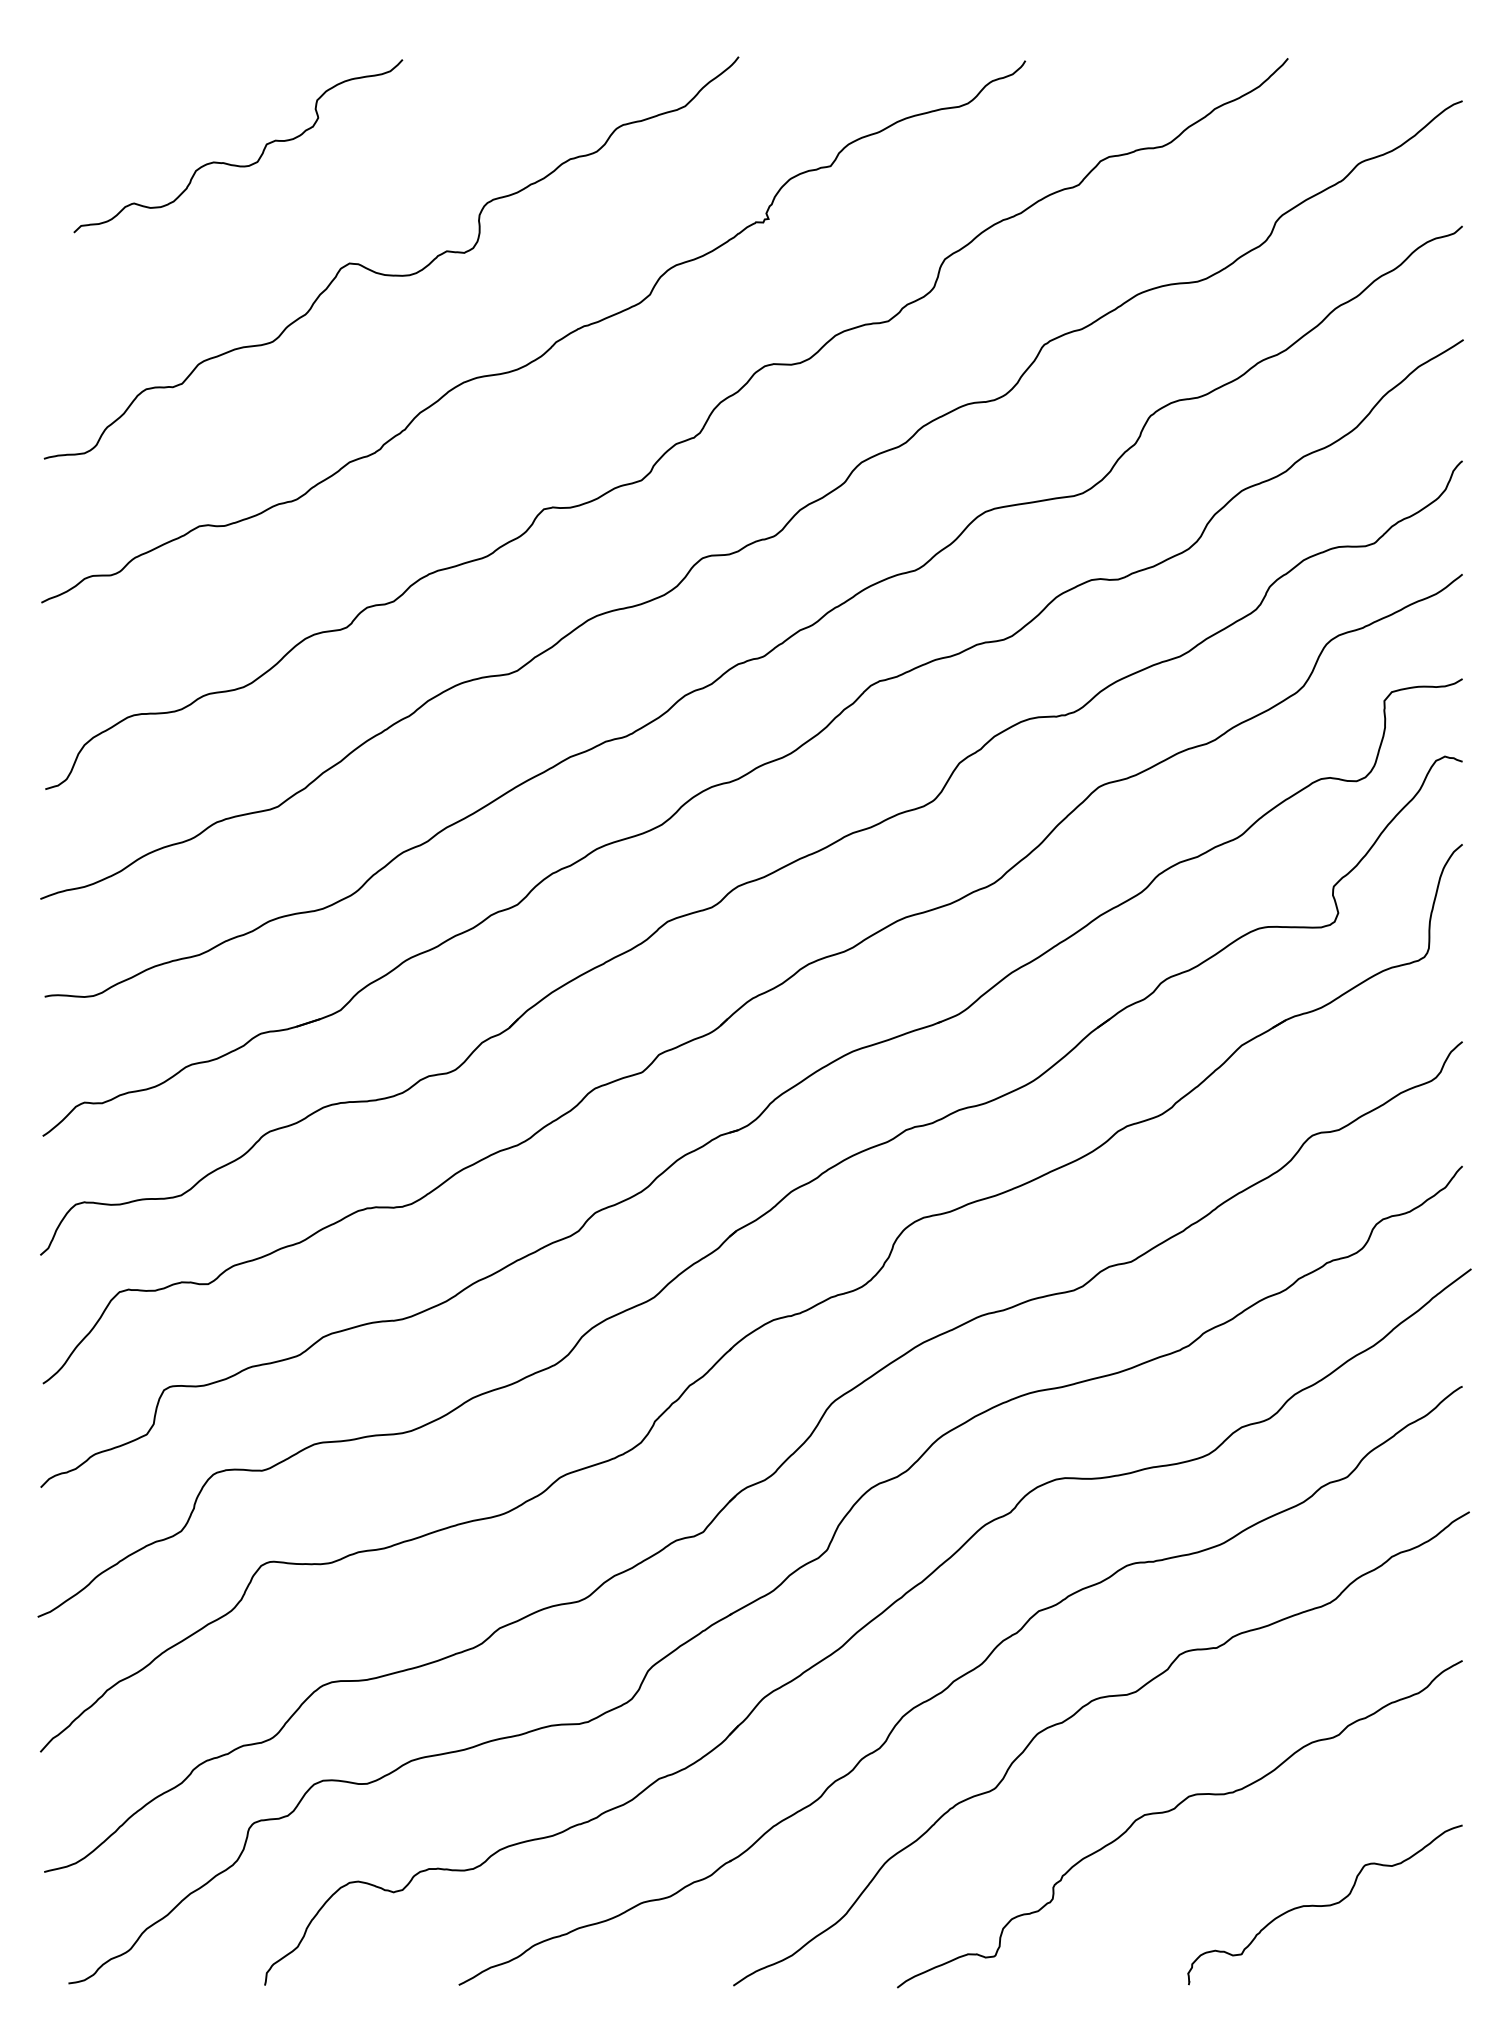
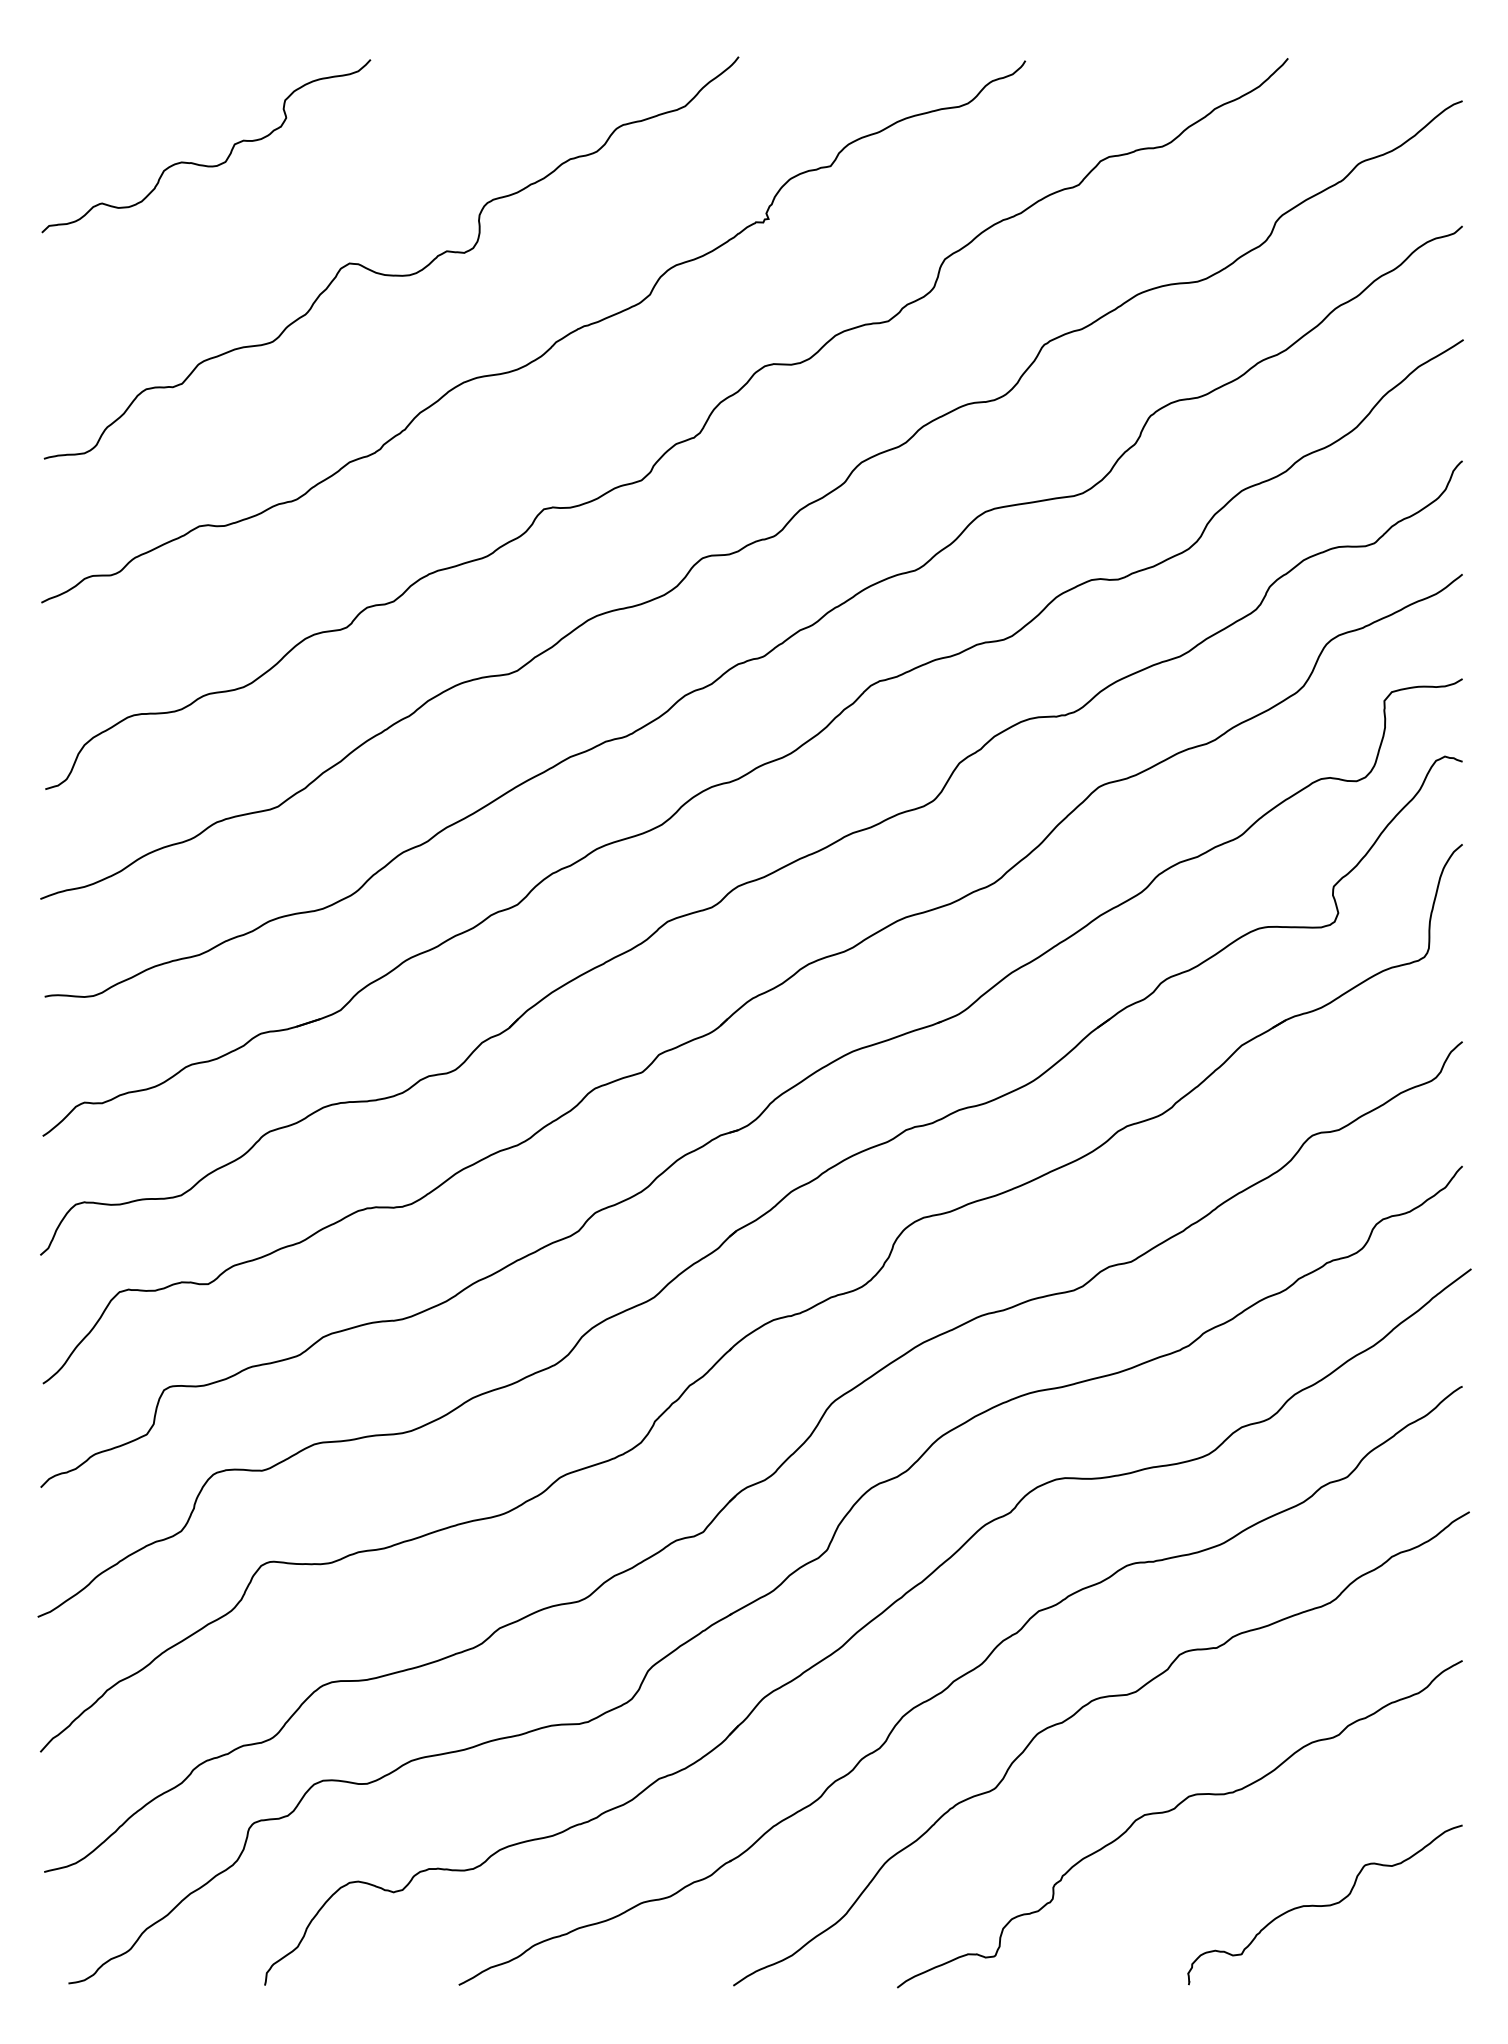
curve at (236, 164) position: (236, 164) -> (204, 164)
